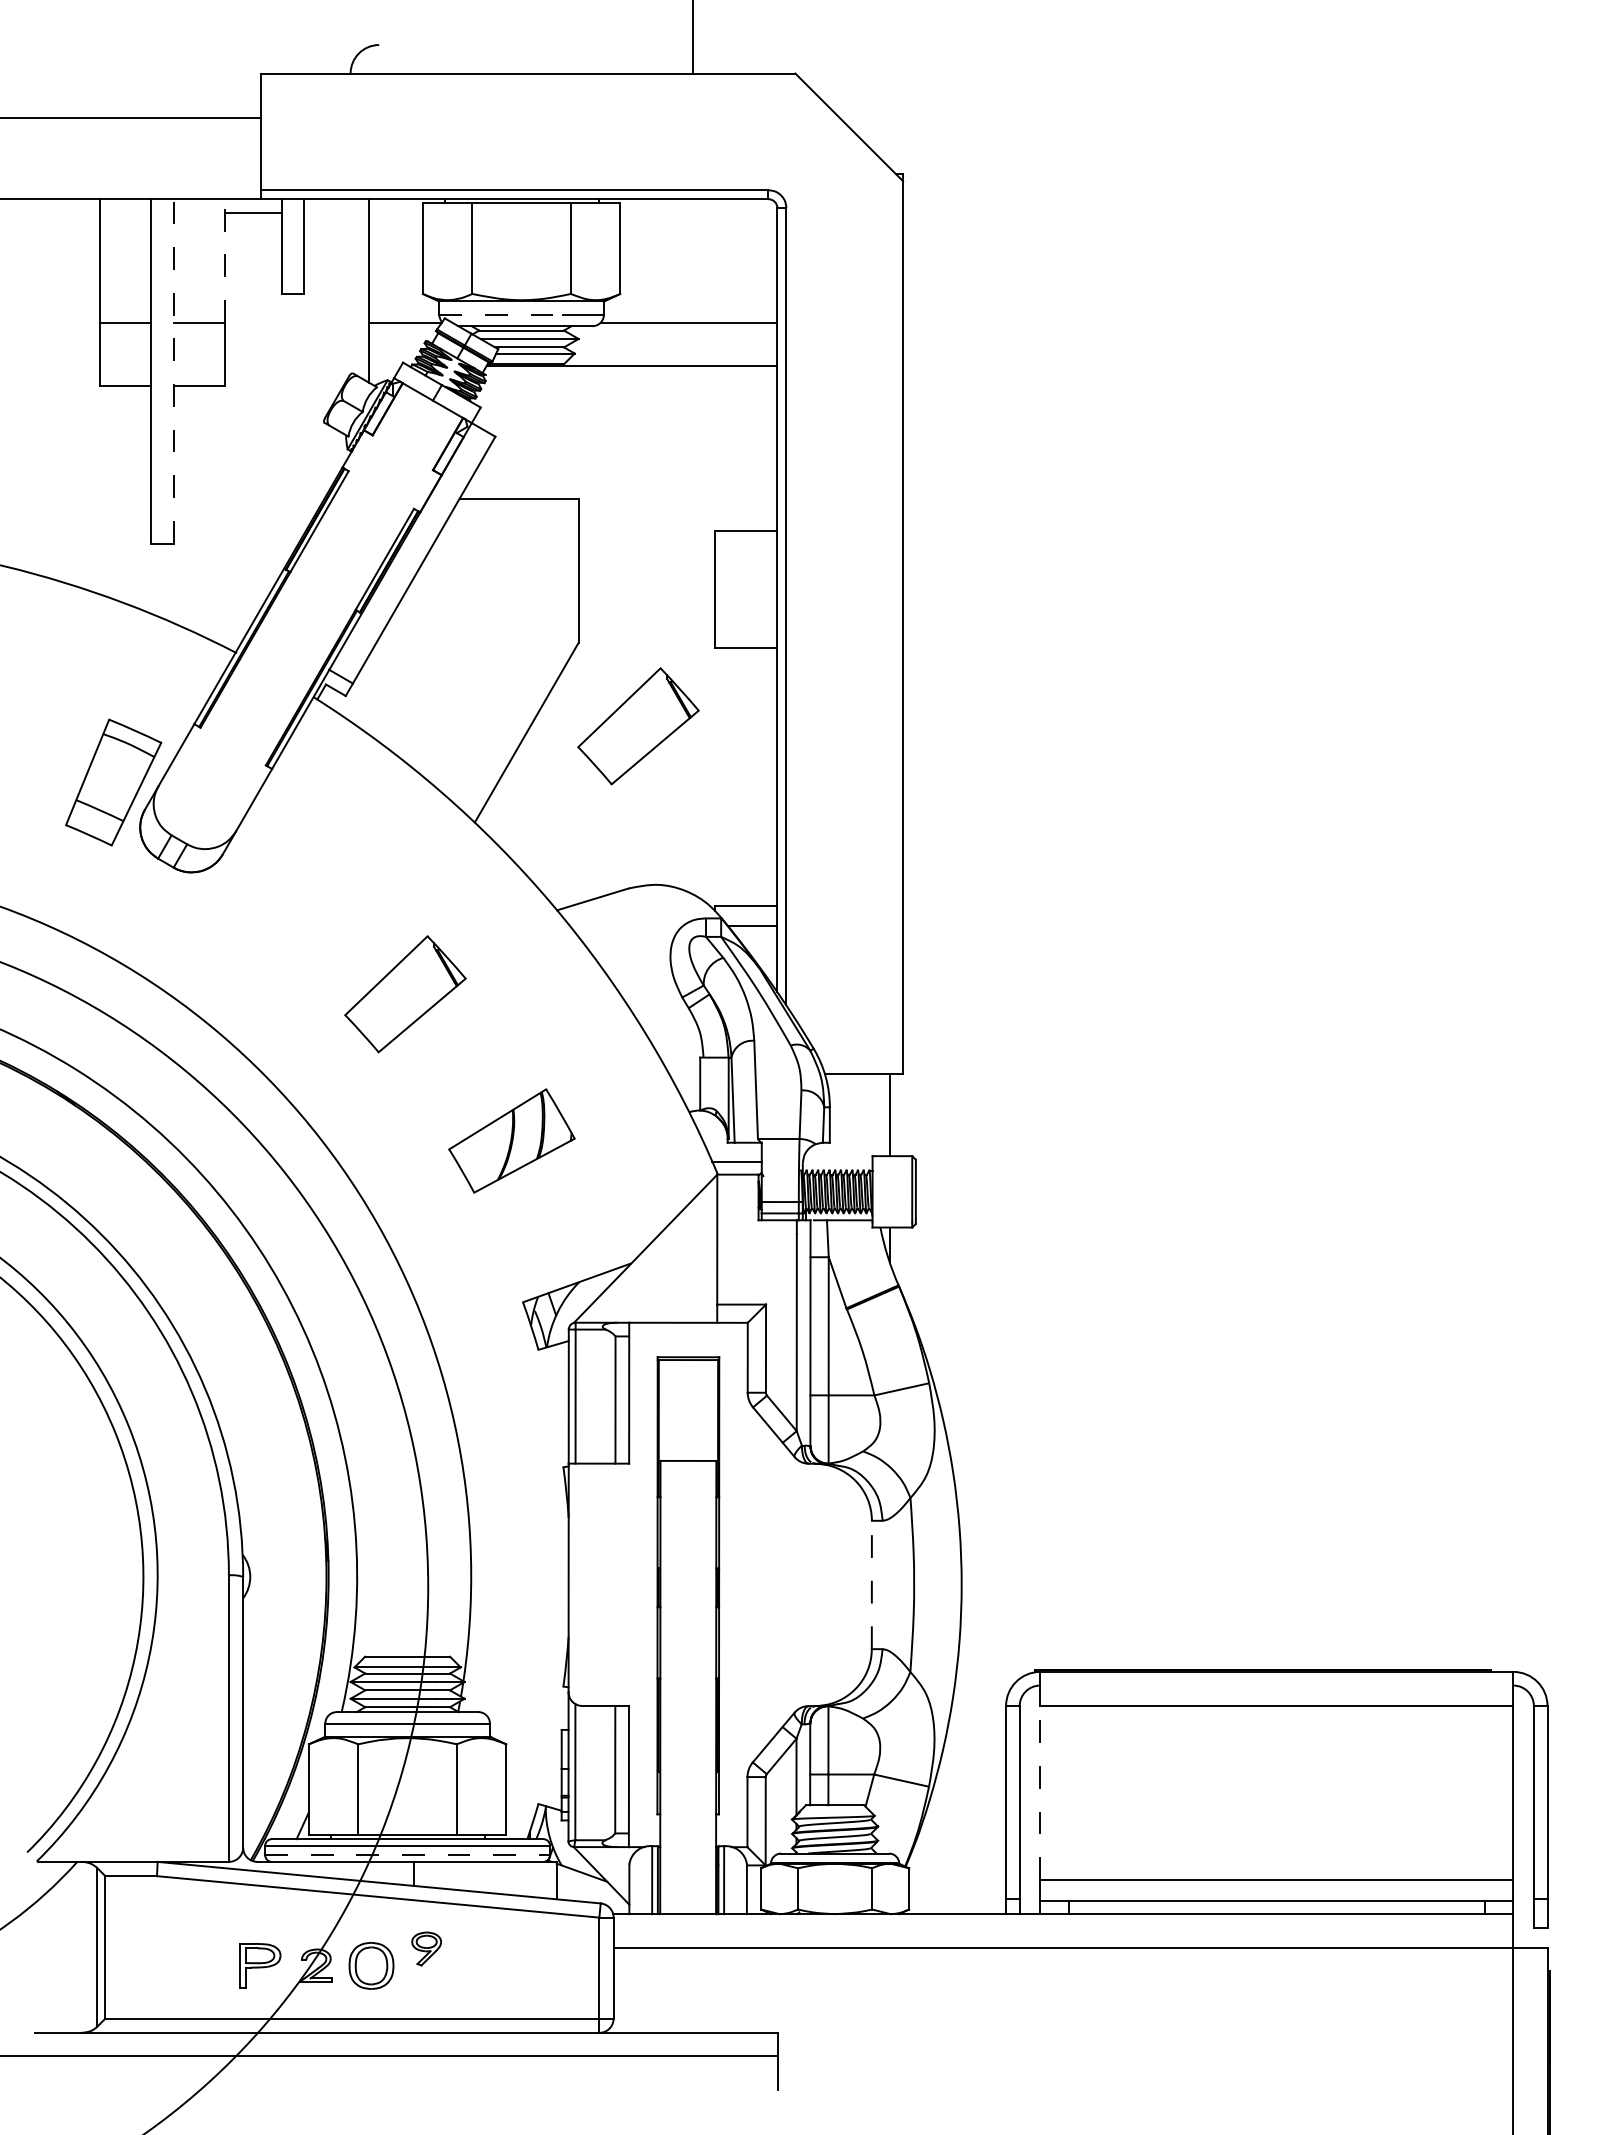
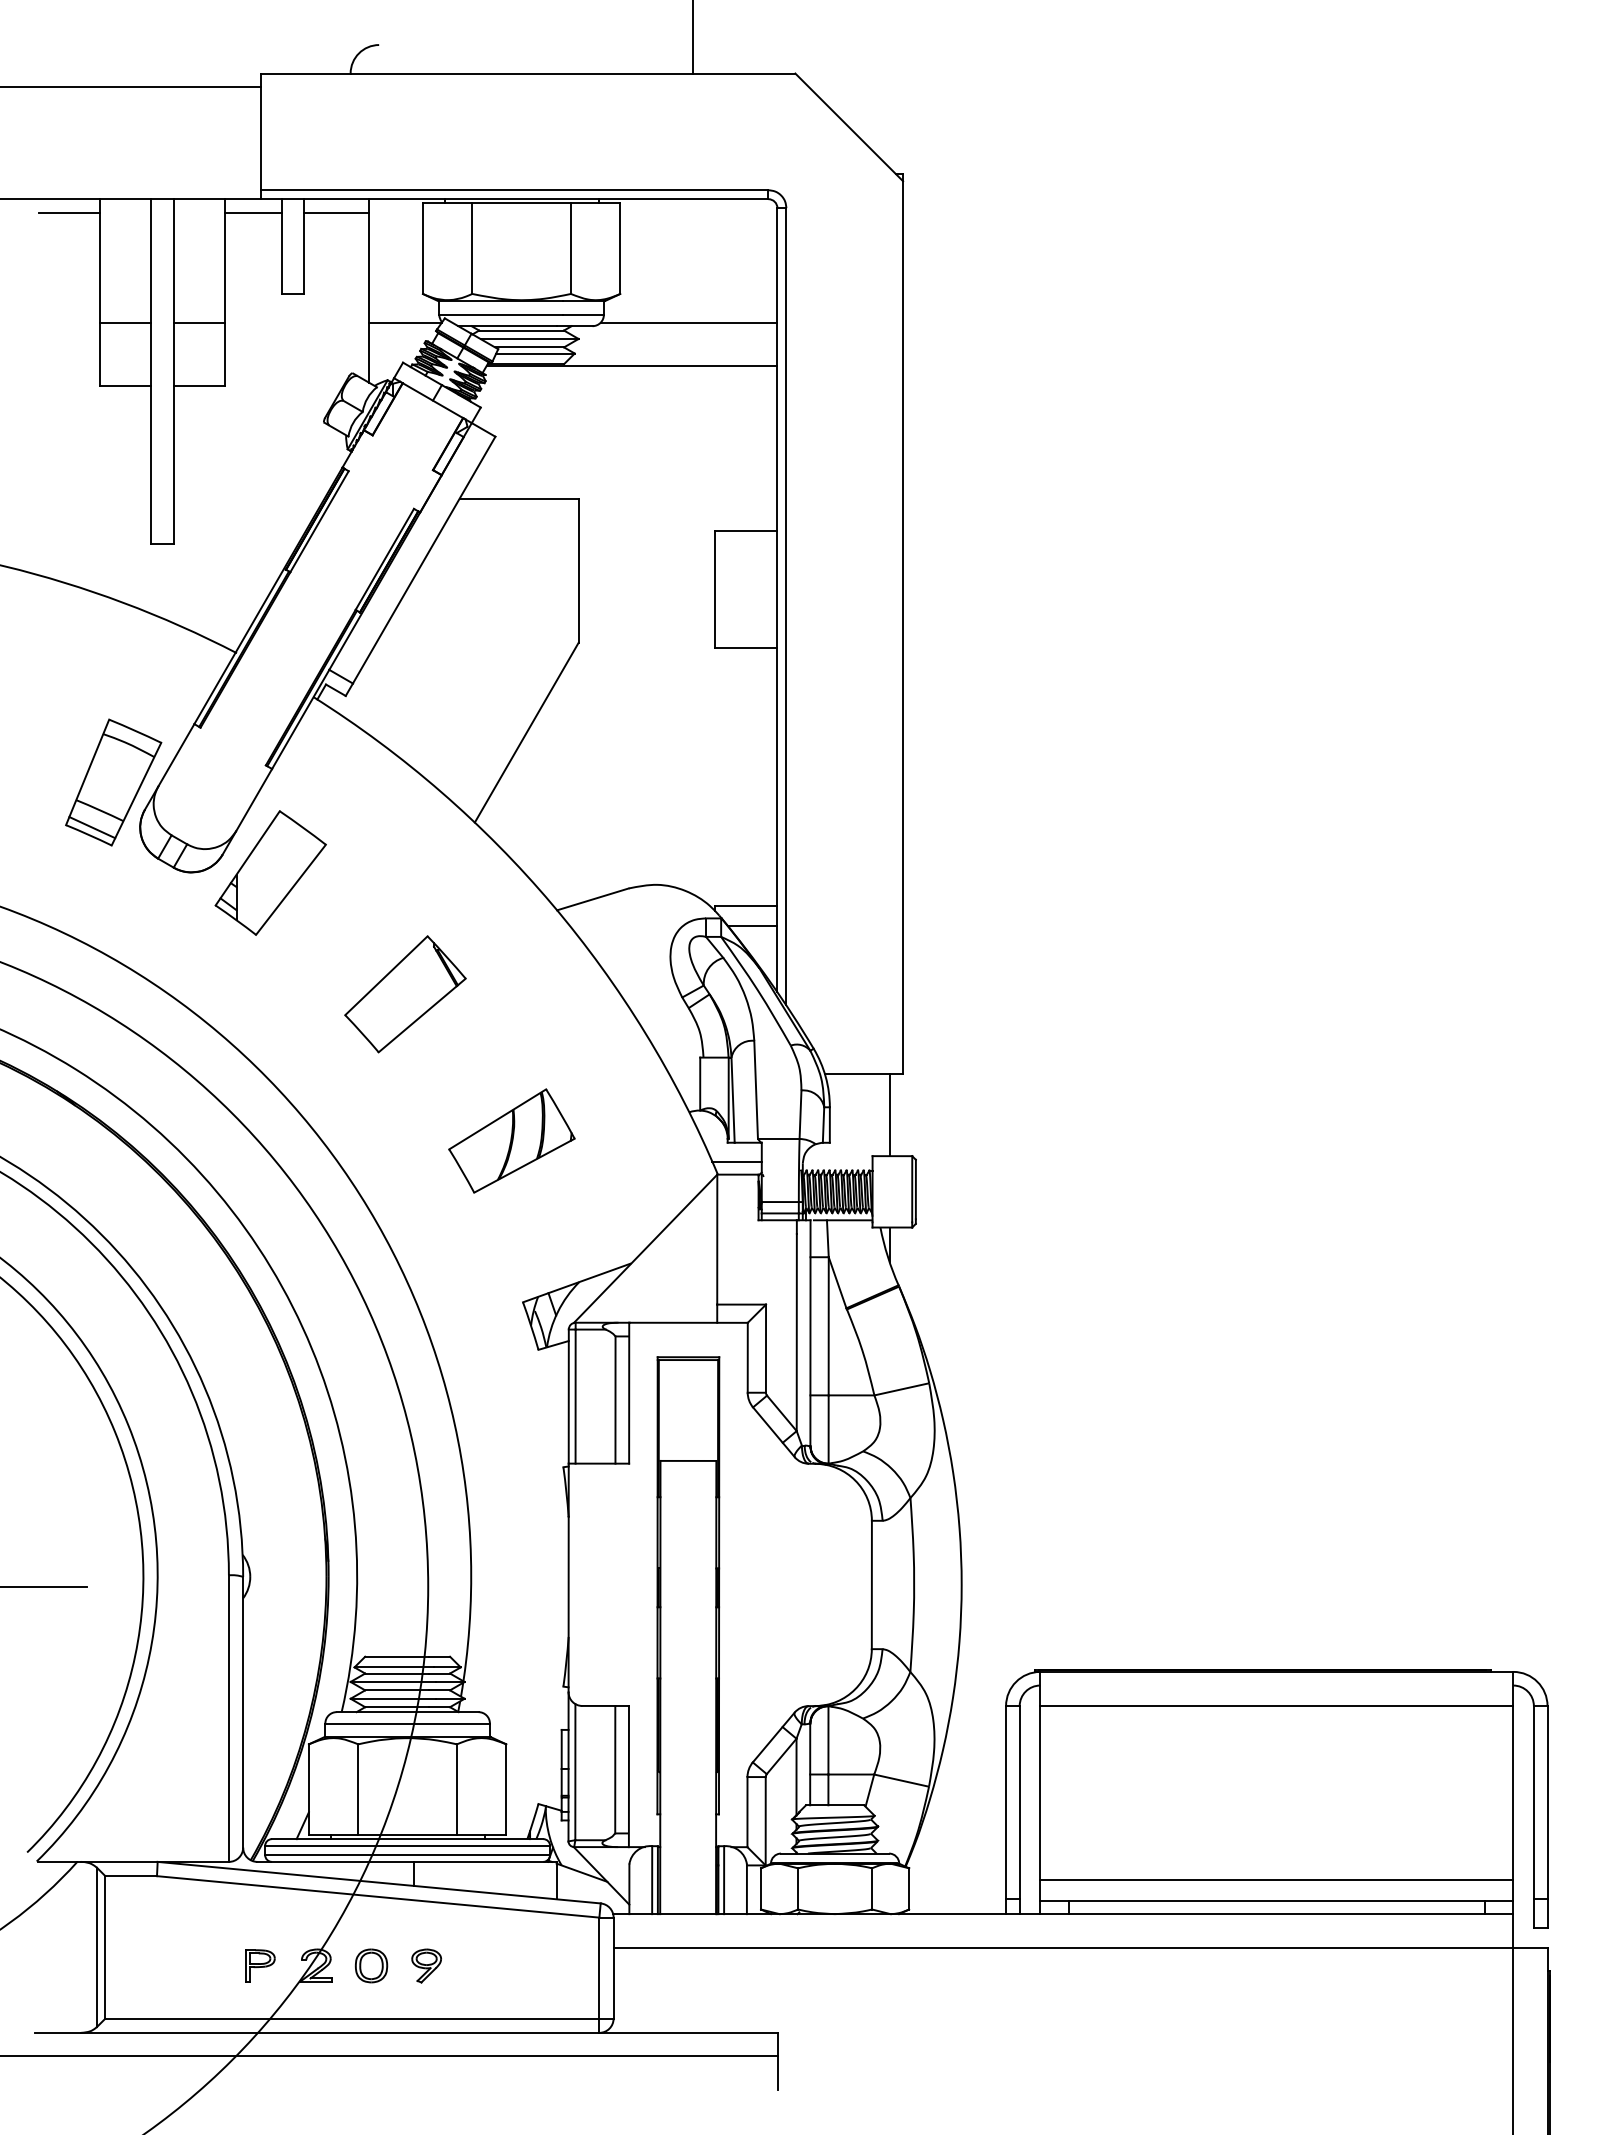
line at (131, 118) position: (131, 118) -> (131, 87)
line at (69, 212): none -> present
line at (336, 212): none -> present
line at (225, 261): dashed -> solid
line at (501, 314): dashed -> solid
line at (173, 370): dashed -> solid
part at (638, 726): present -> none
line at (92, 827): none -> present
part at (270, 872): none -> present
line at (871, 1584): dashed -> solid
line at (44, 1586): none -> present
line at (1040, 1793): dashed -> solid
line at (408, 1855): dashed -> solid
part at (426, 1948) position: (426, 1948) -> (426, 1965)
part at (260, 1965) size: 43x46 px -> 31x34 px
part at (371, 1965) size: 47x48 px -> 35x36 px
